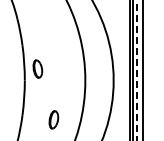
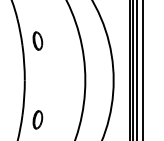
part at (37, 68) position: (37, 68) -> (37, 40)
line at (137, 70): dashed -> solid
part at (53, 119) position: (53, 119) -> (37, 119)
